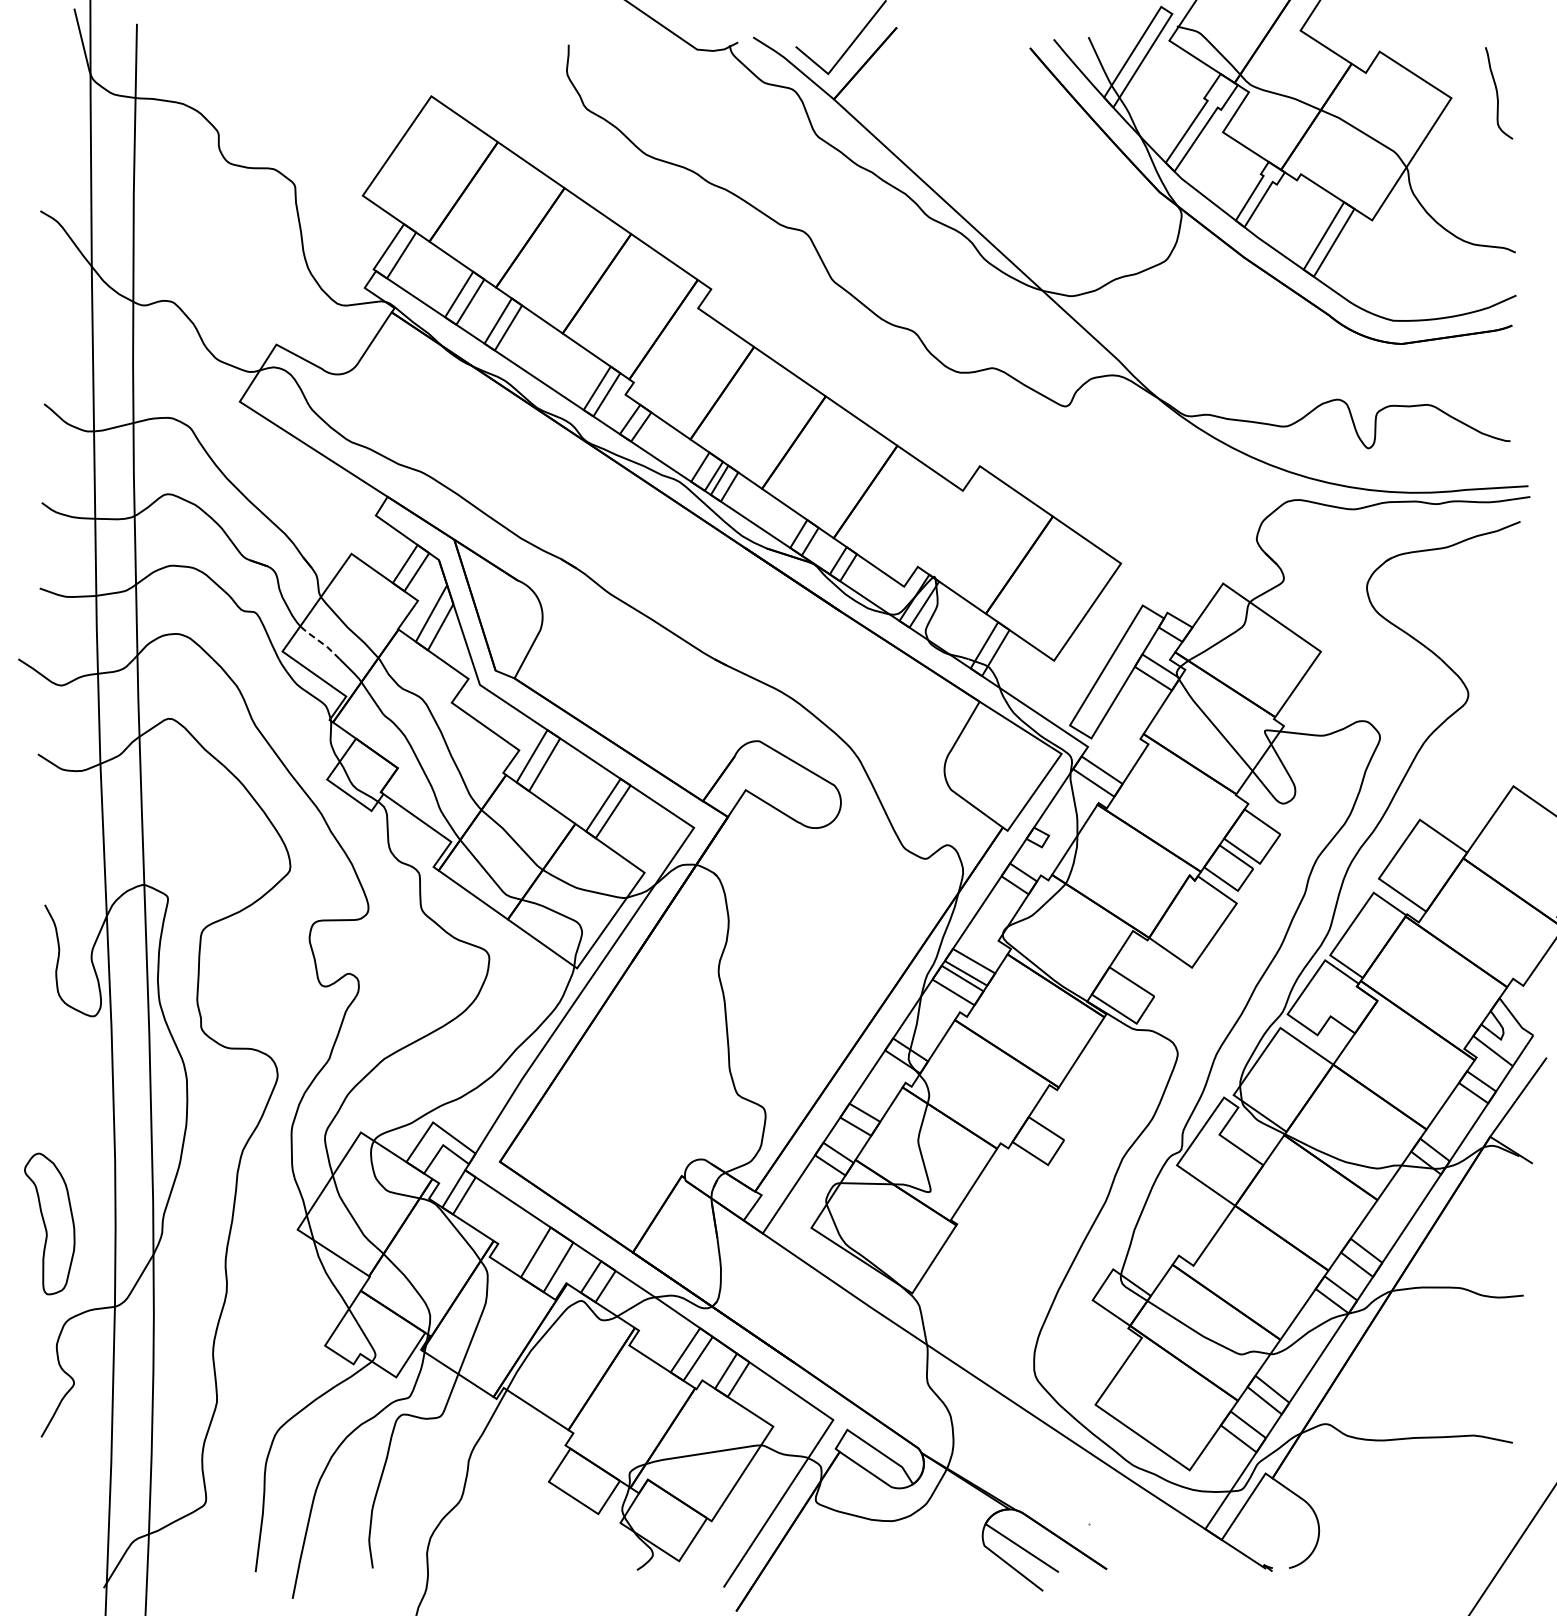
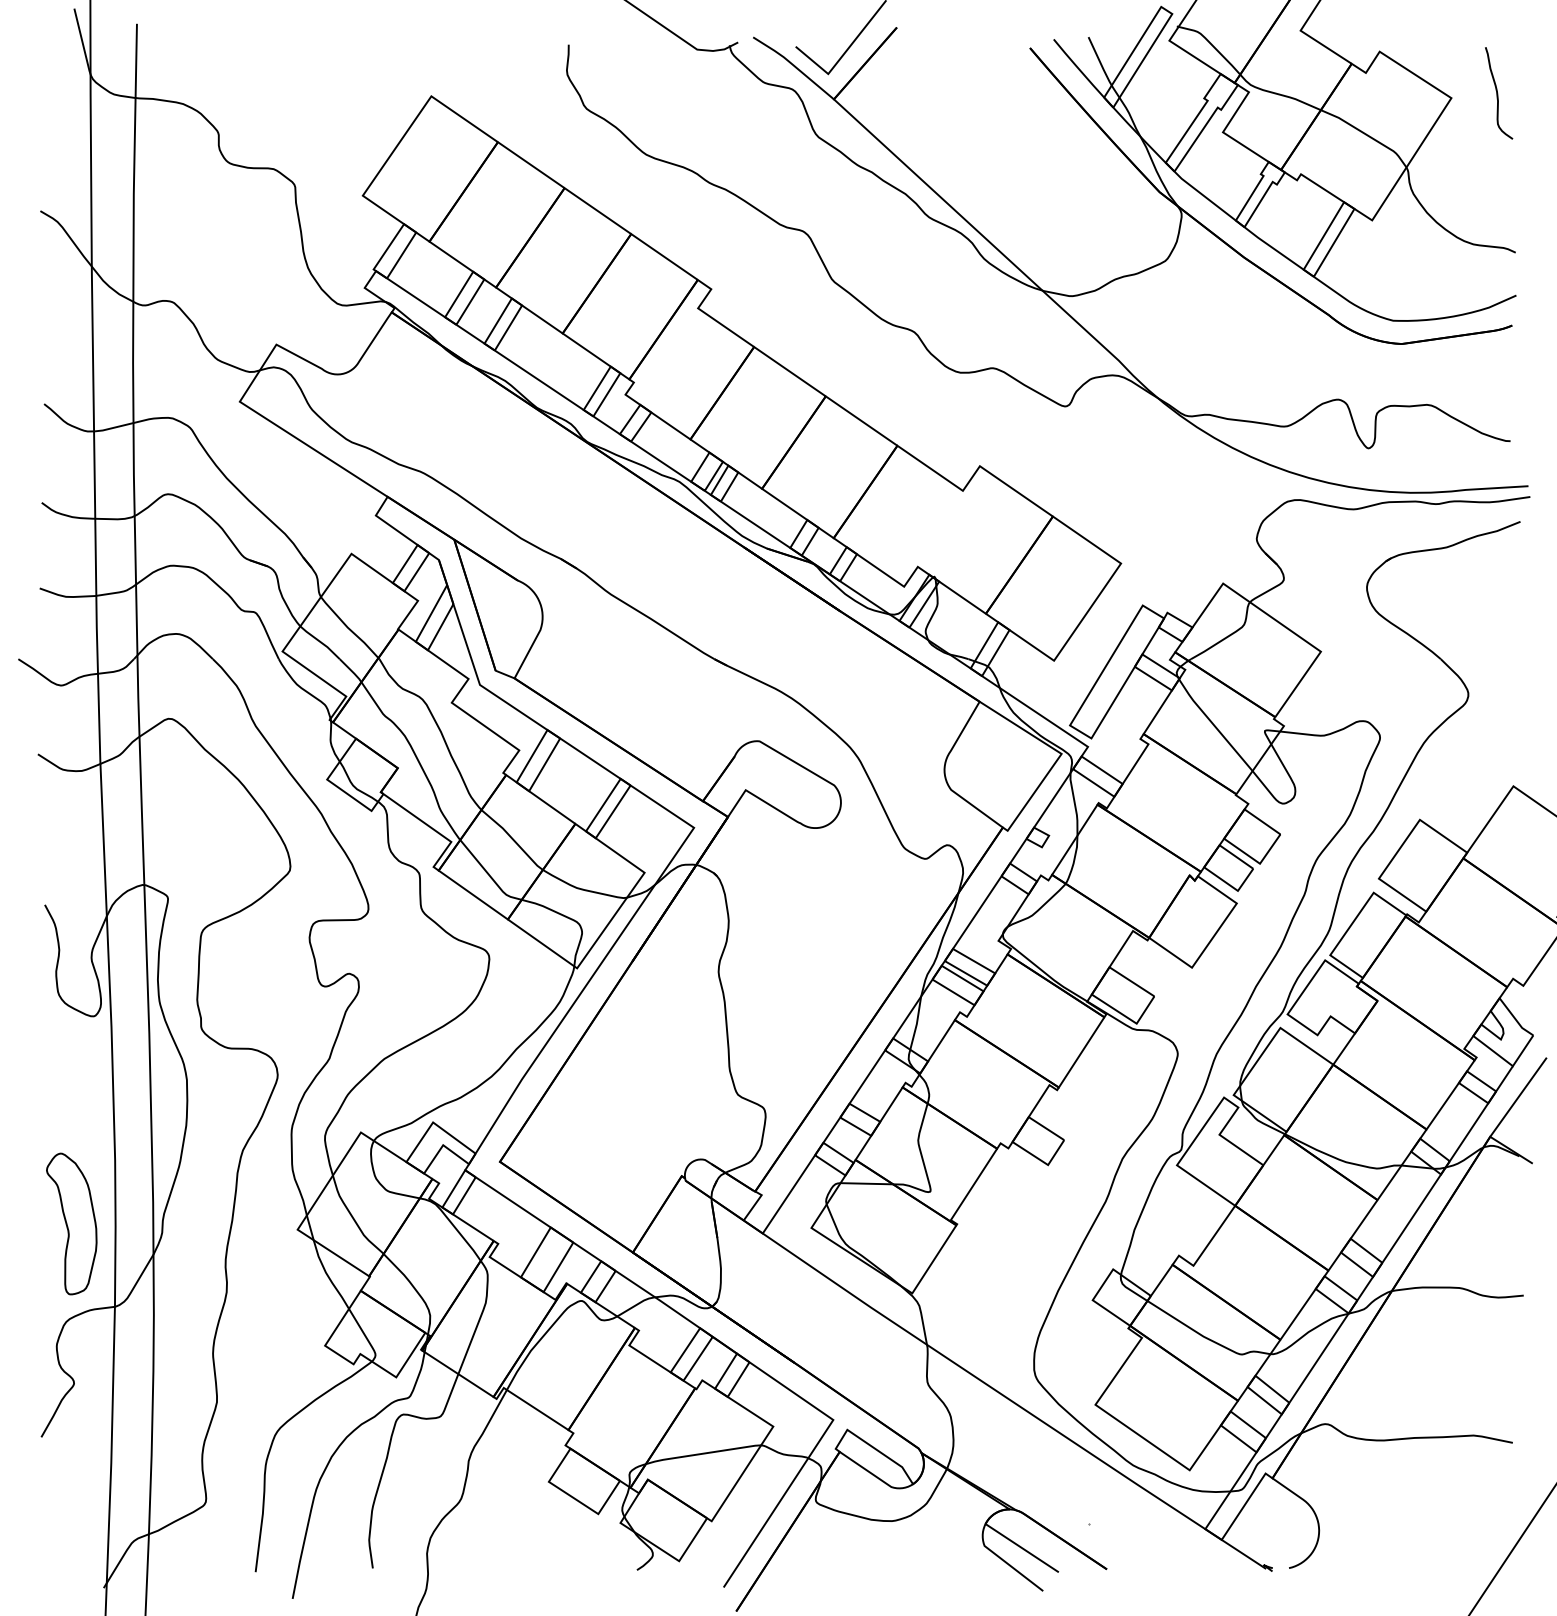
line at (320, 642): dashed -> solid
part at (49, 1223) position: (49, 1223) -> (71, 1223)
